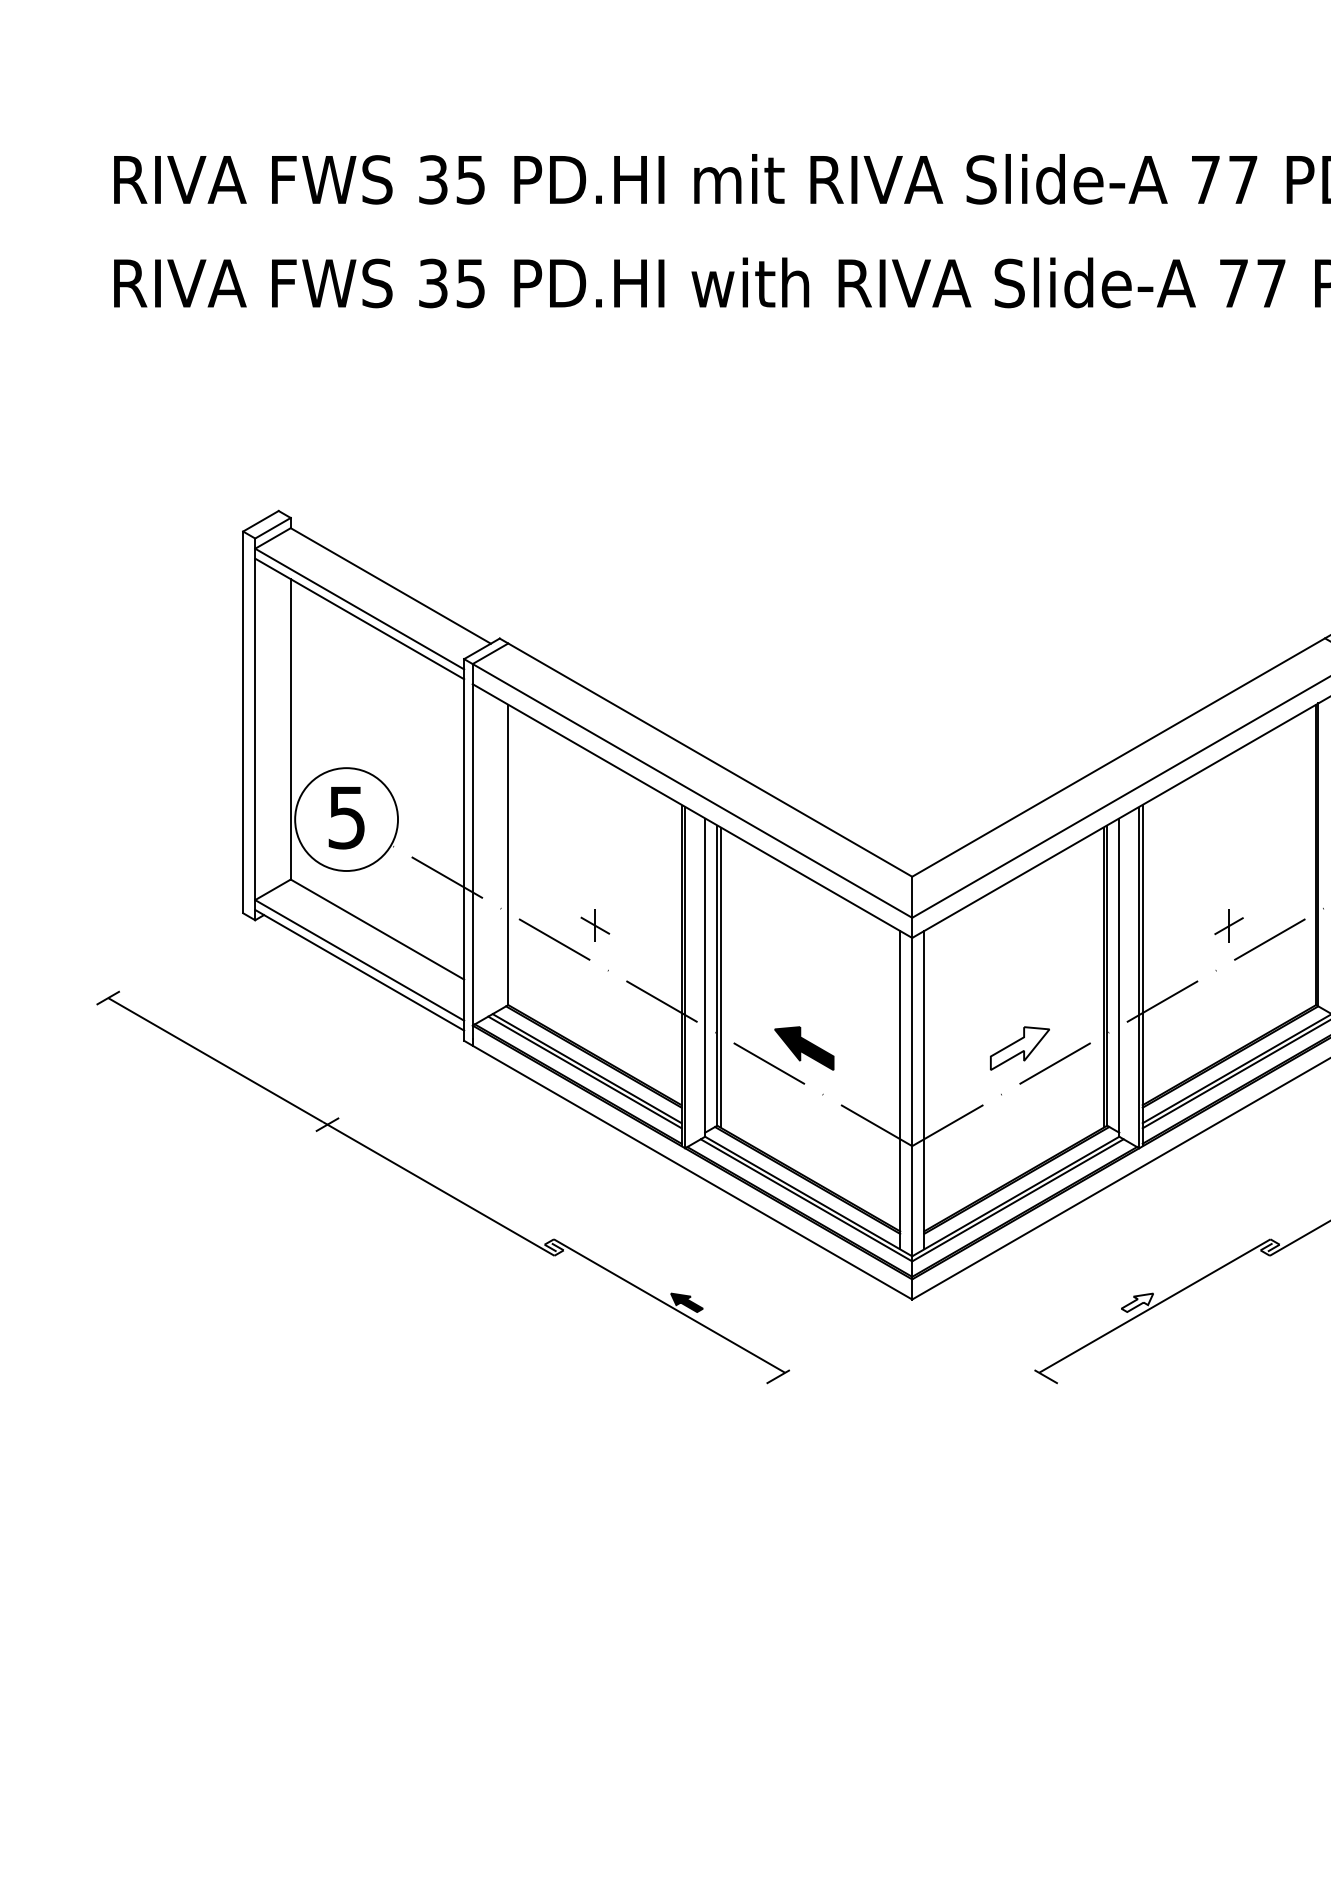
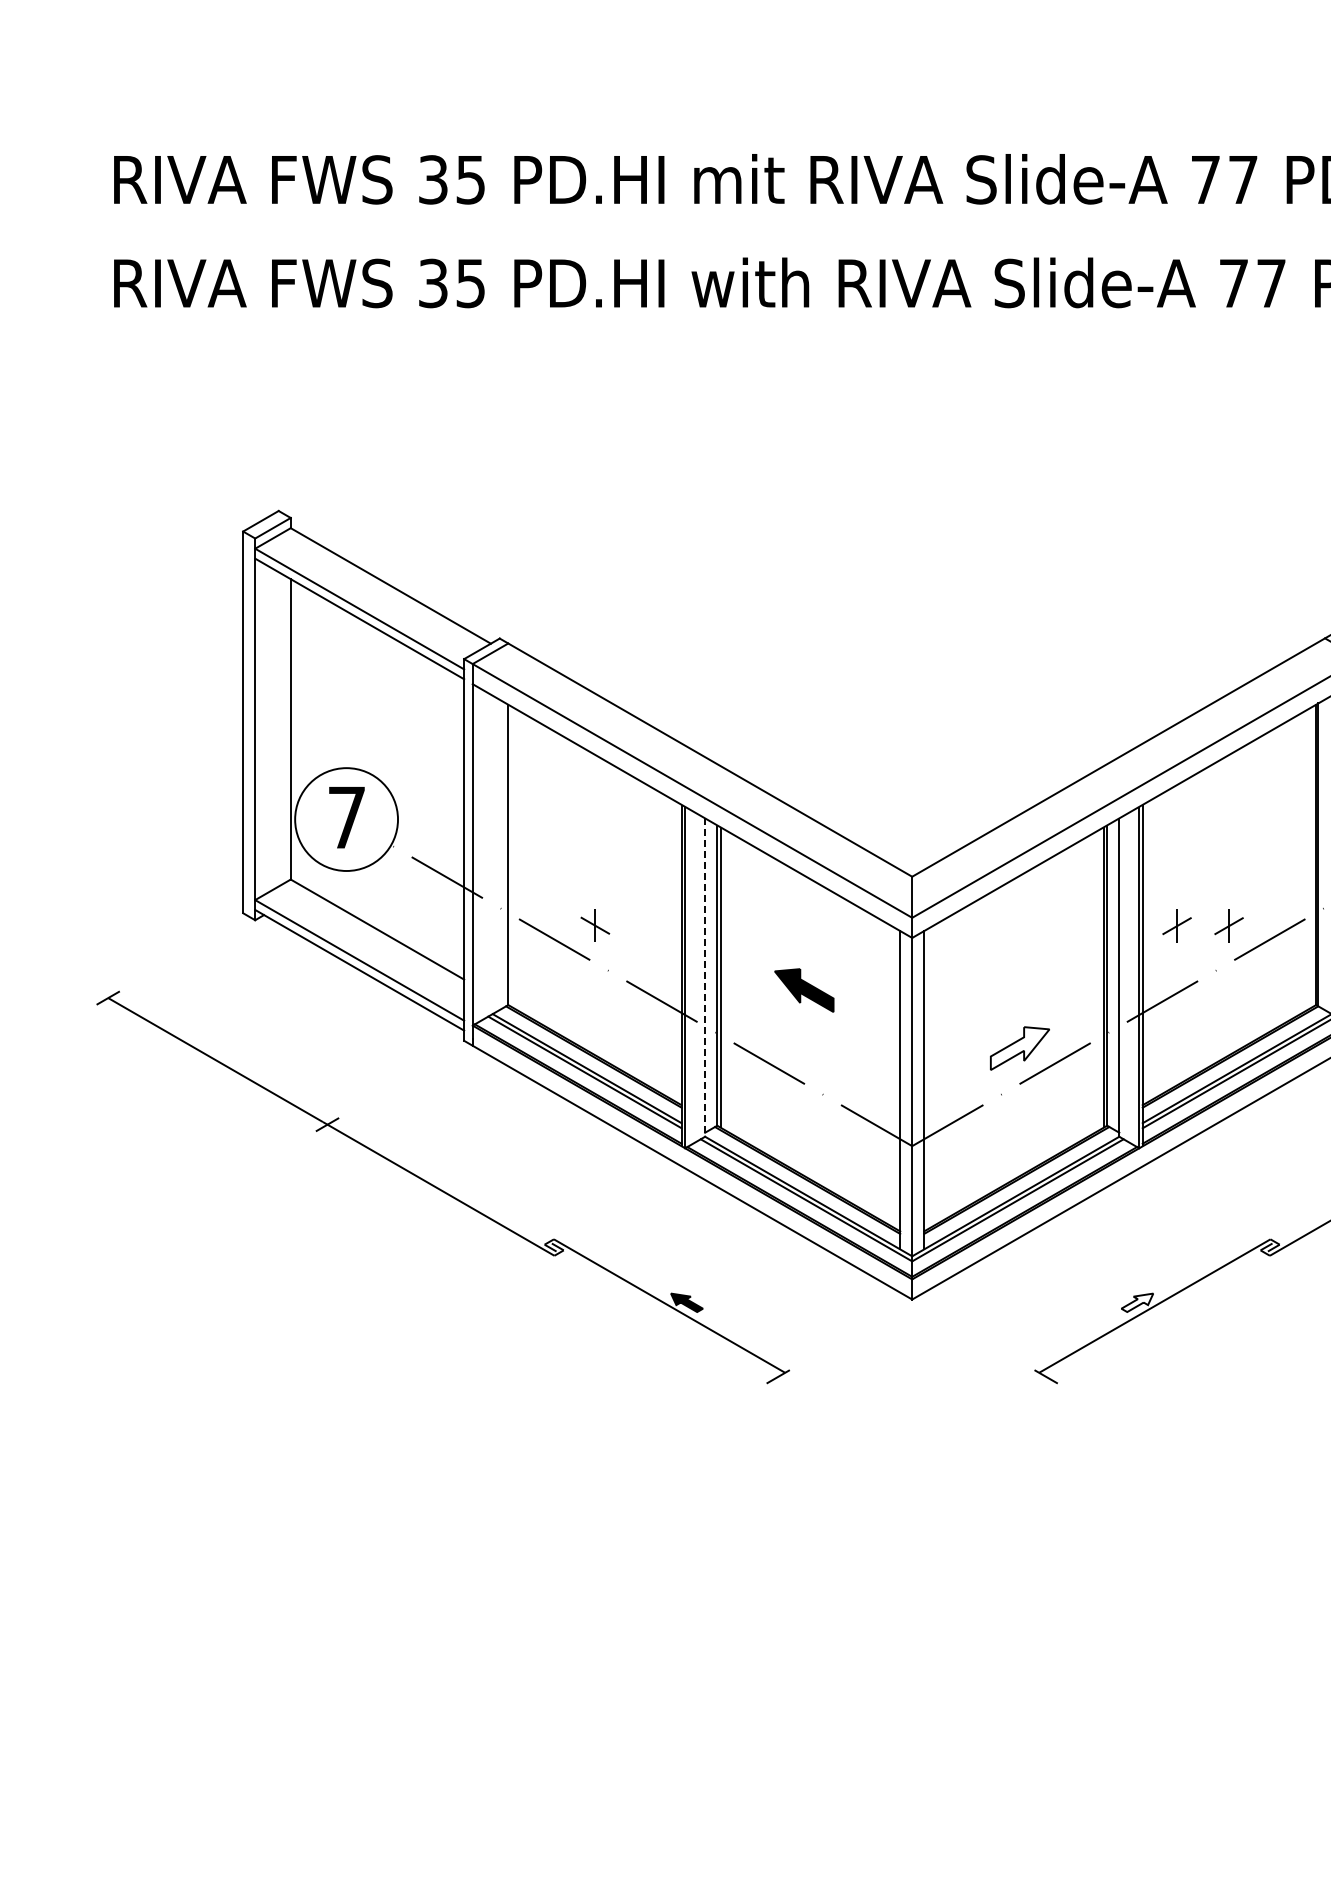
text at (346, 817): 5 -> 7
part at (1176, 925): none -> present
line at (705, 978): solid -> dashed
part at (804, 1048) position: (804, 1048) -> (804, 990)
